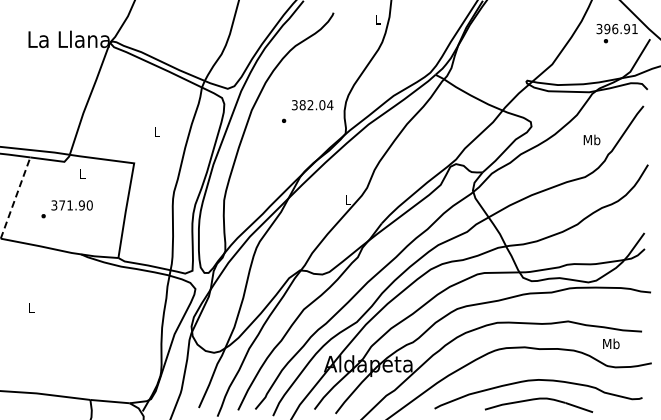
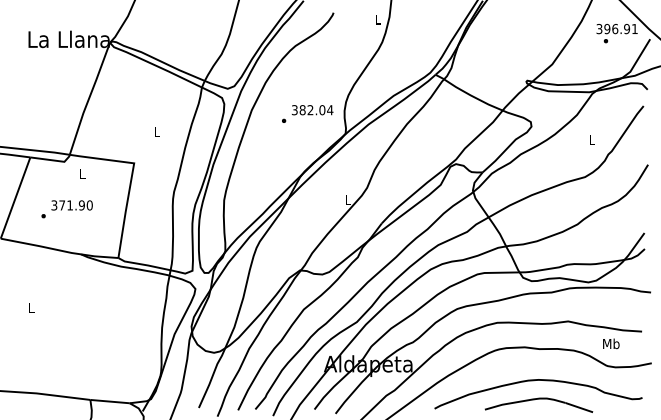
text at (312, 105) position: (312, 105) -> (312, 110)
text at (591, 139): Mb -> L
line at (15, 197): dashed -> solid
